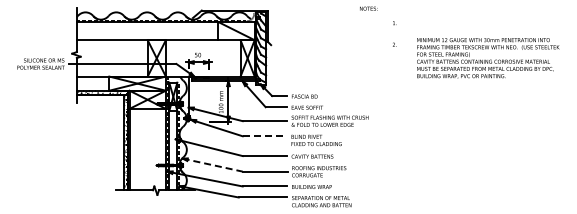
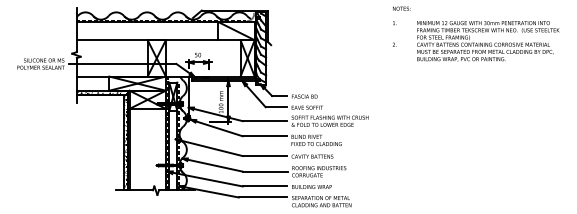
text at (368, 8) position: (368, 8) -> (401, 8)
text at (488, 58) position: (488, 58) -> (488, 41)
line at (265, 136): dashed -> solid
line at (212, 165): dashed -> solid
